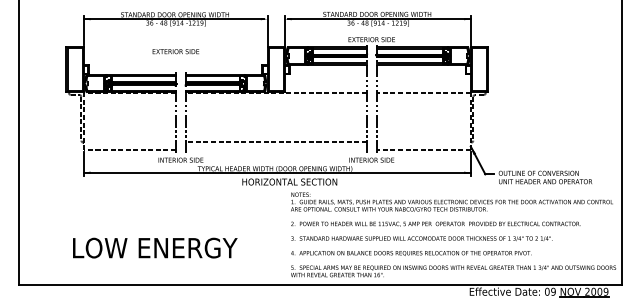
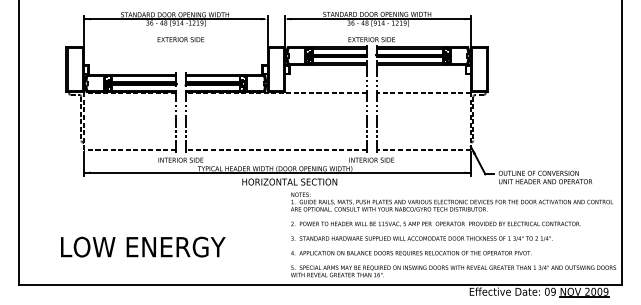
text at (175, 51) position: (175, 51) -> (180, 39)
line at (275, 142) position: (275, 142) -> (275, 150)
text at (155, 247) position: (155, 247) -> (143, 246)
